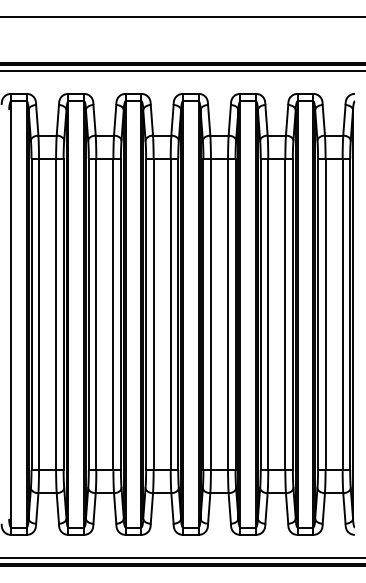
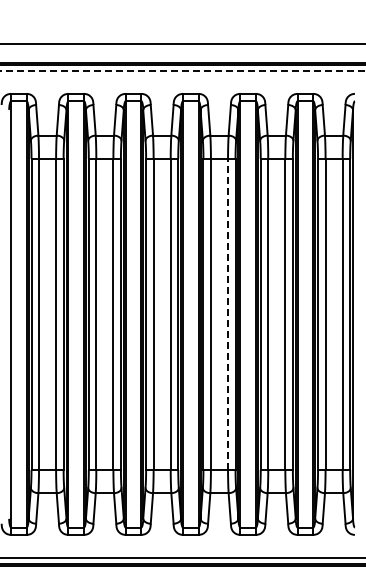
line at (182, 17) position: (182, 17) -> (182, 44)
line at (183, 71): solid -> dashed
line at (228, 314): solid -> dashed
